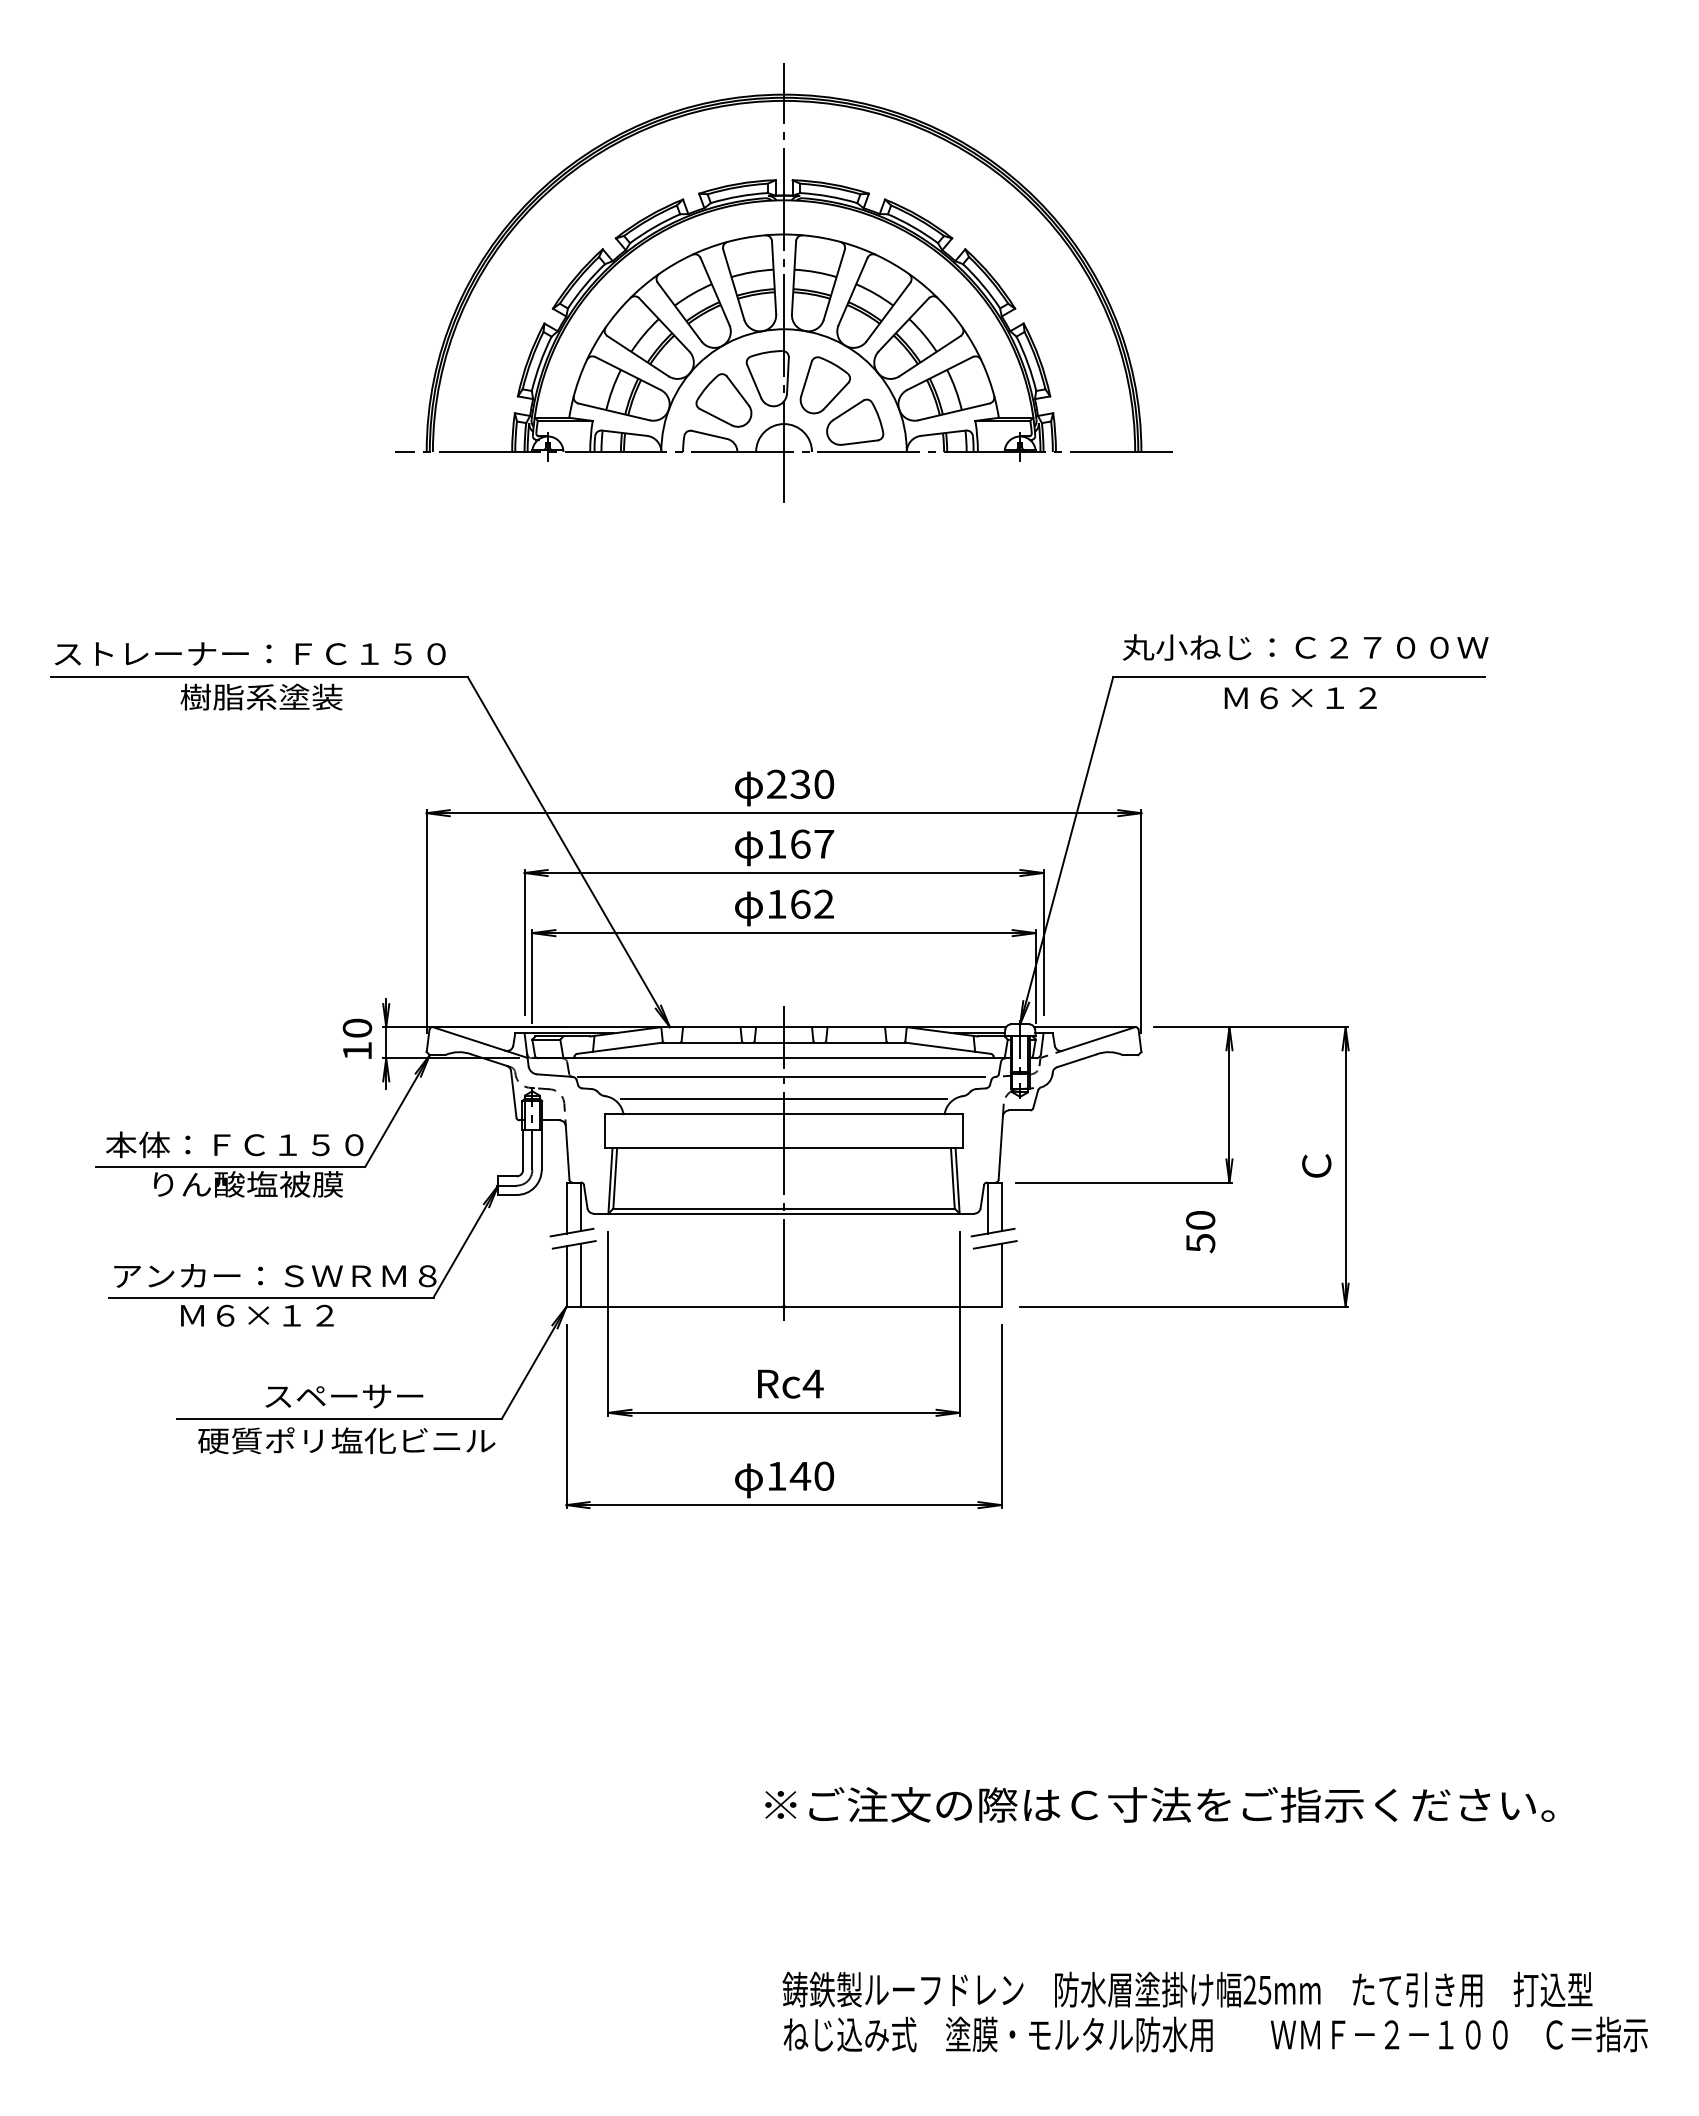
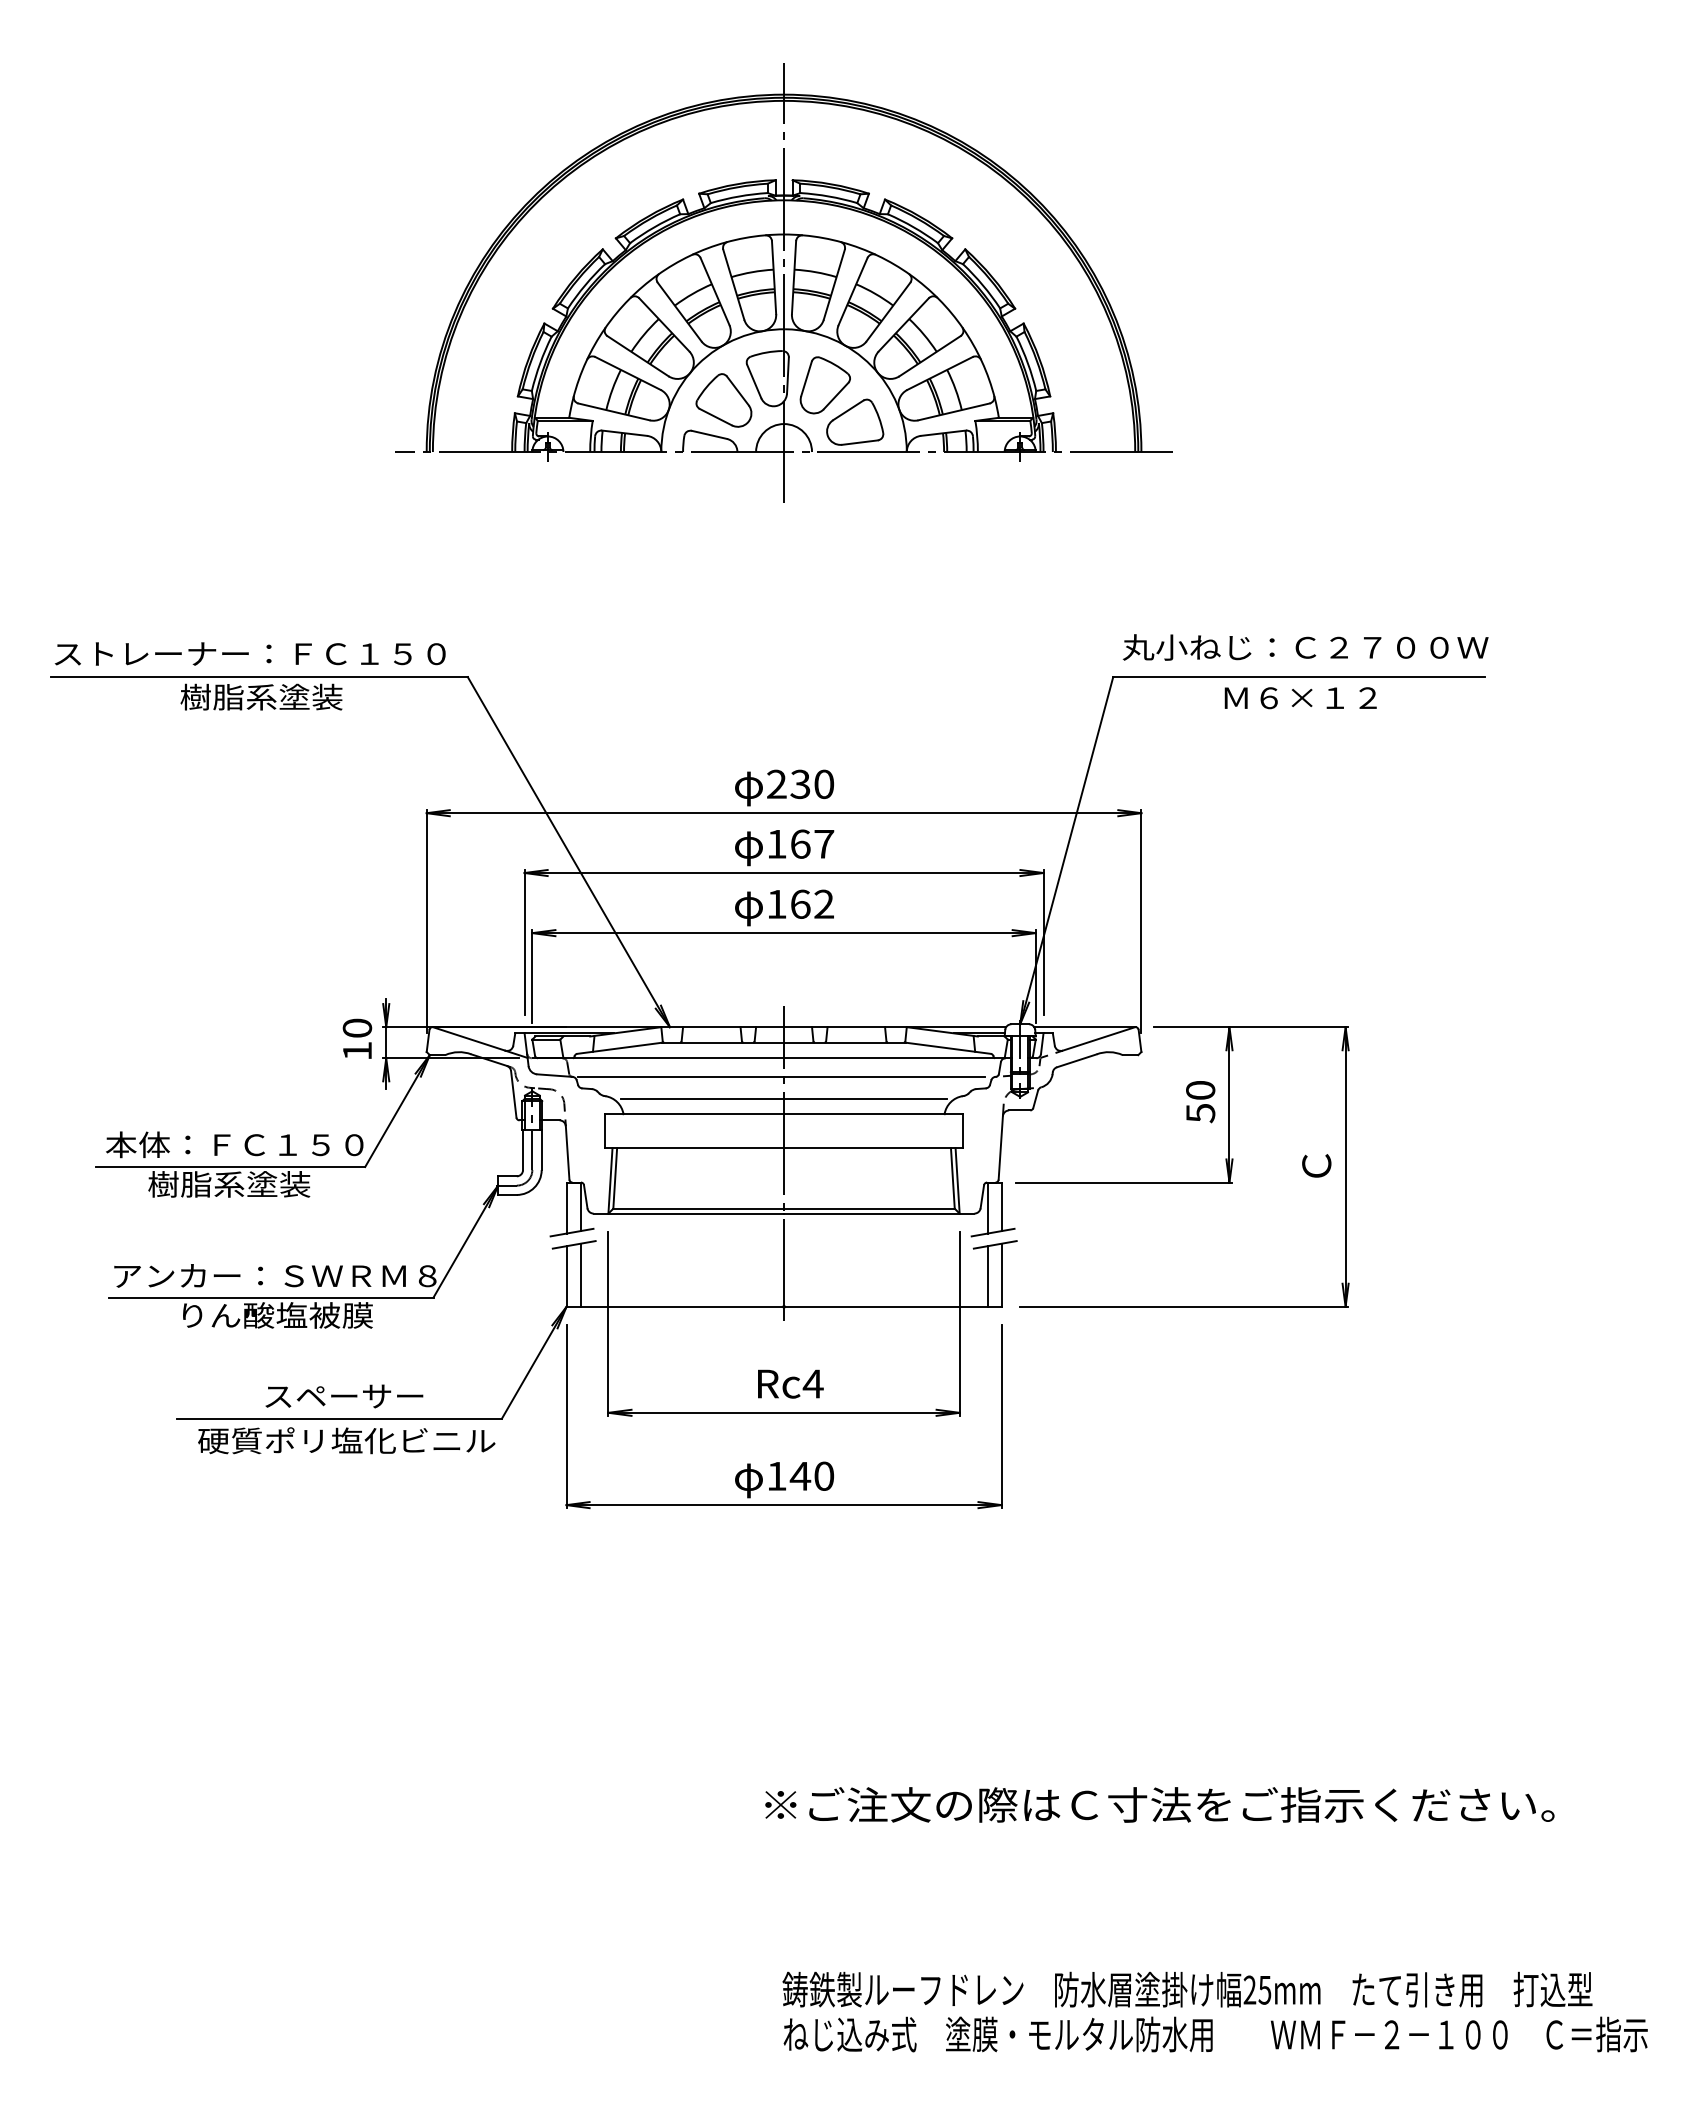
text at (245, 1184): りん酸塩被膜 -> 樹脂系塗装
text at (1200, 1232) position: (1200, 1232) -> (1200, 1102)
line at (987, 1276): none -> present
text at (276, 1315): Ｍ６×１２ -> りん酸塩被膜
